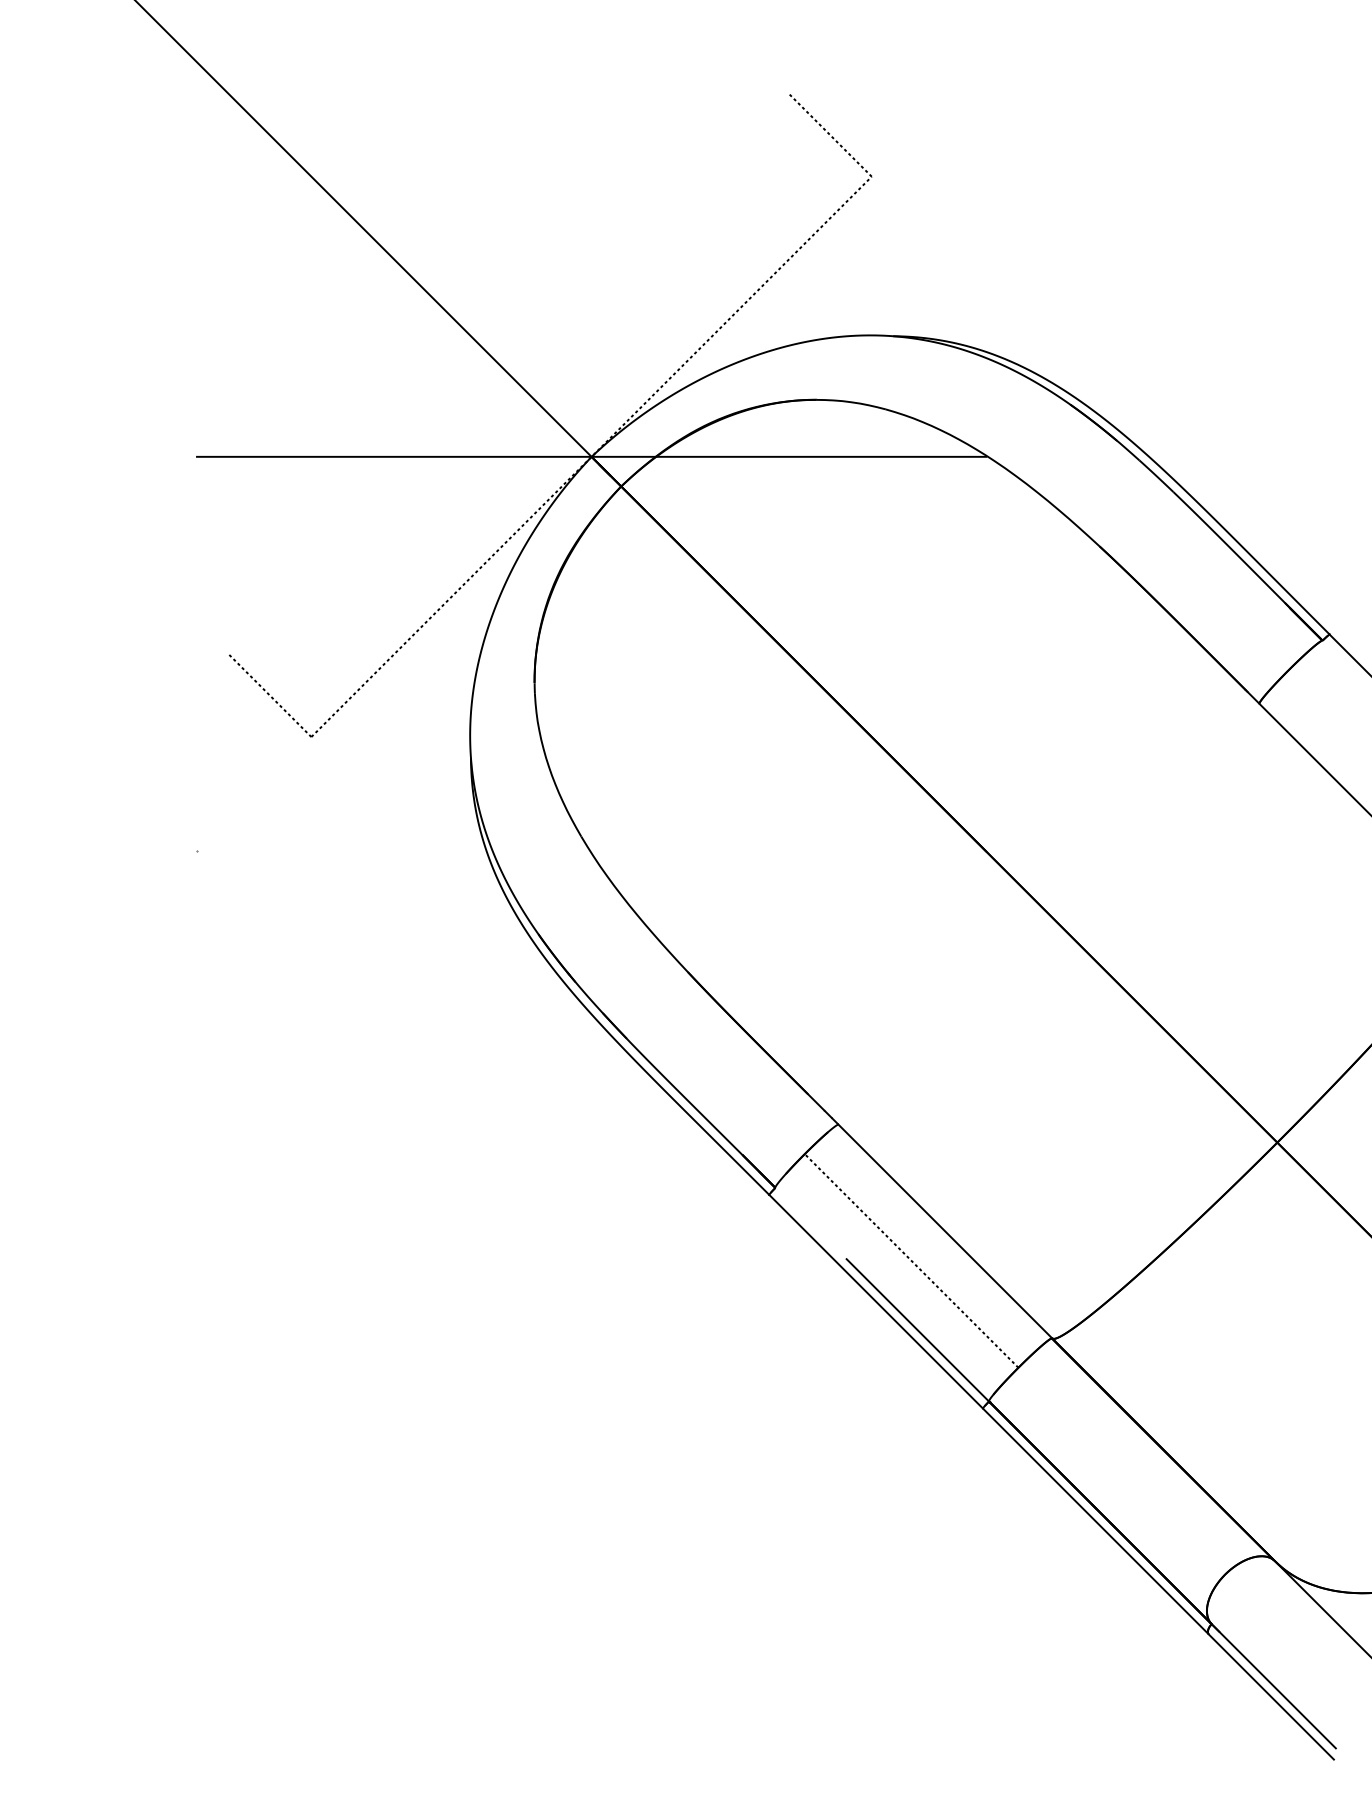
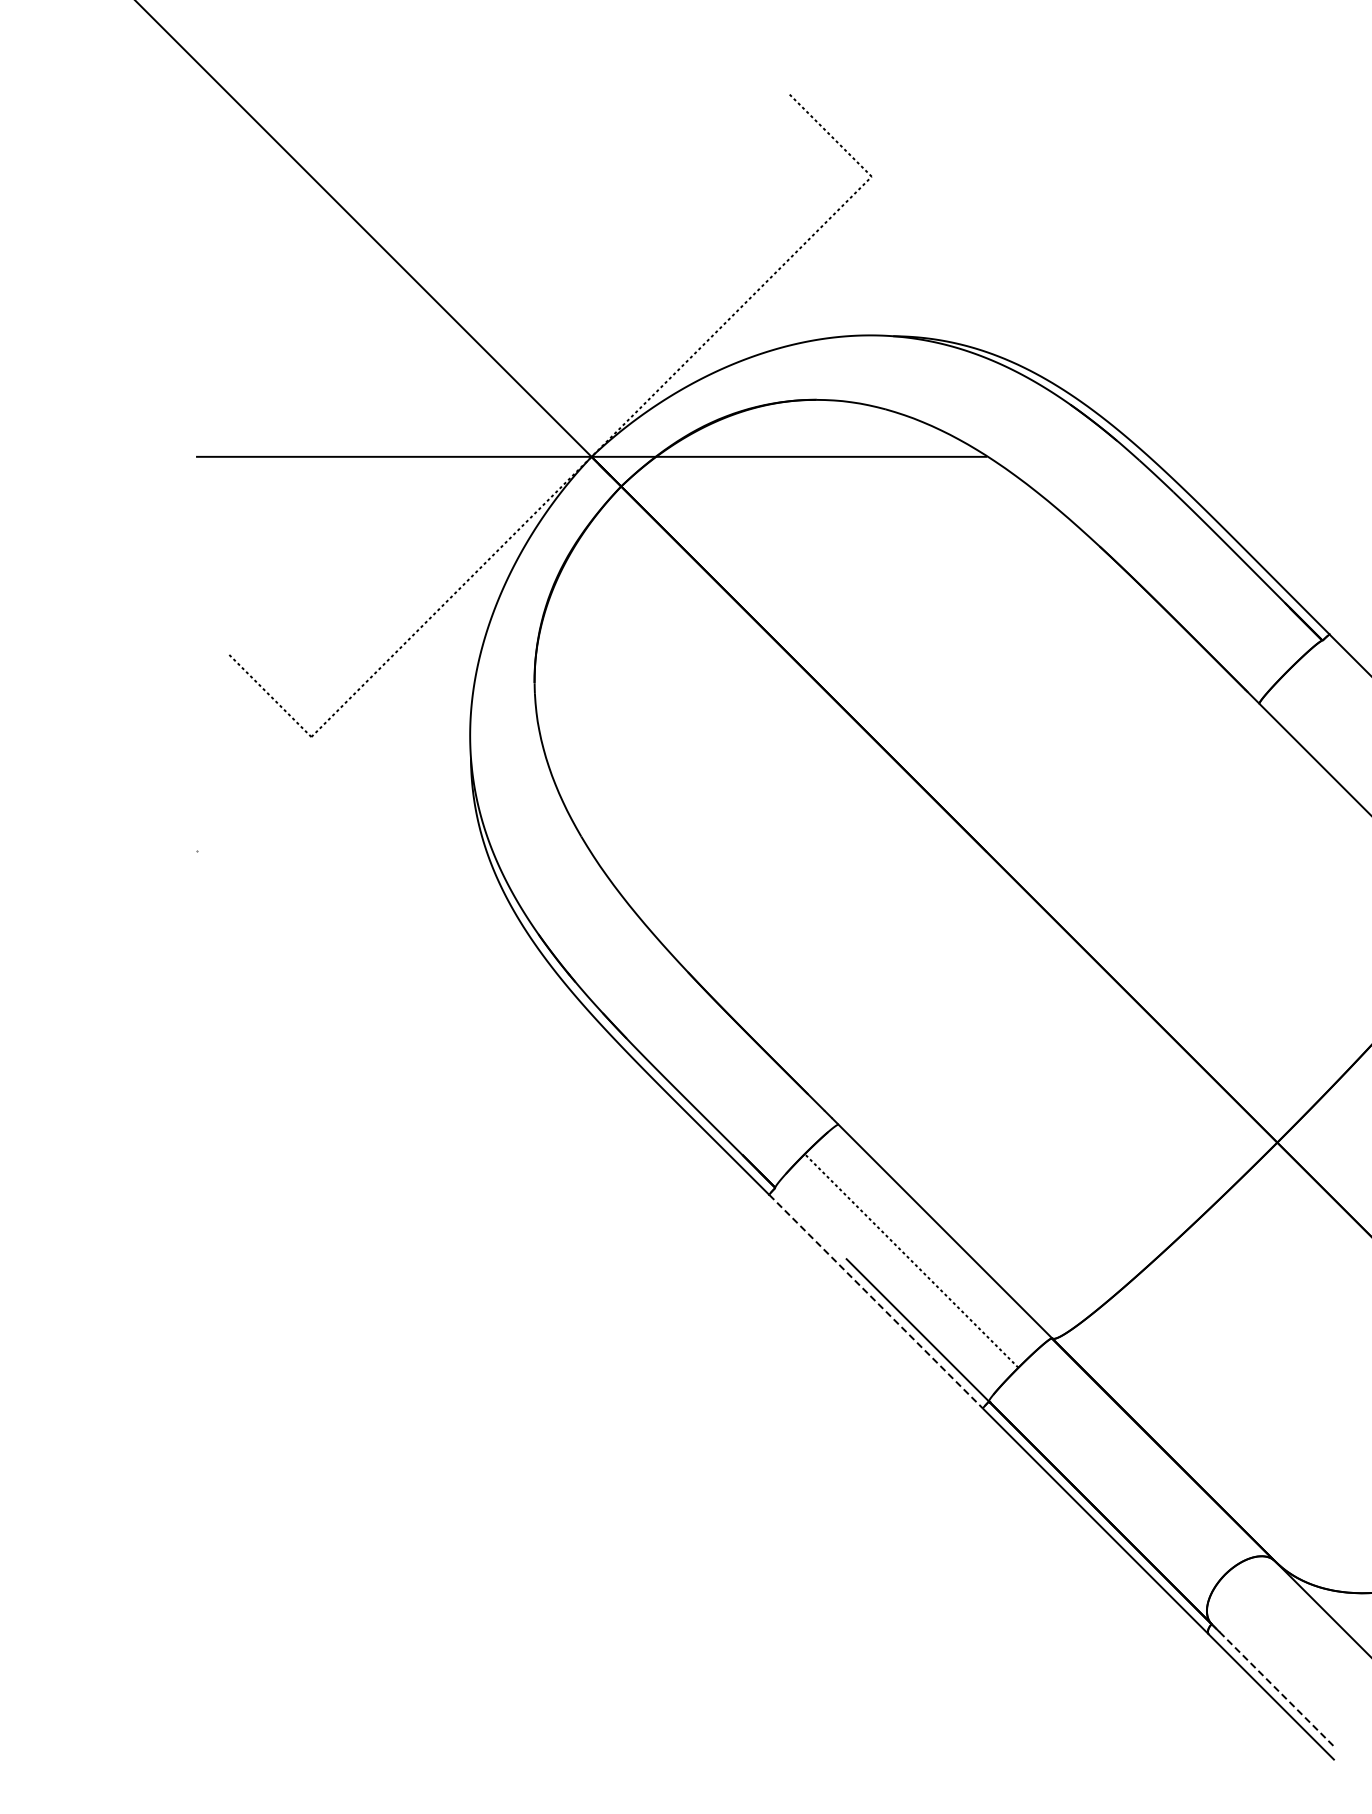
line at (876, 1302): solid -> dashed
line at (1273, 1686): solid -> dashed
